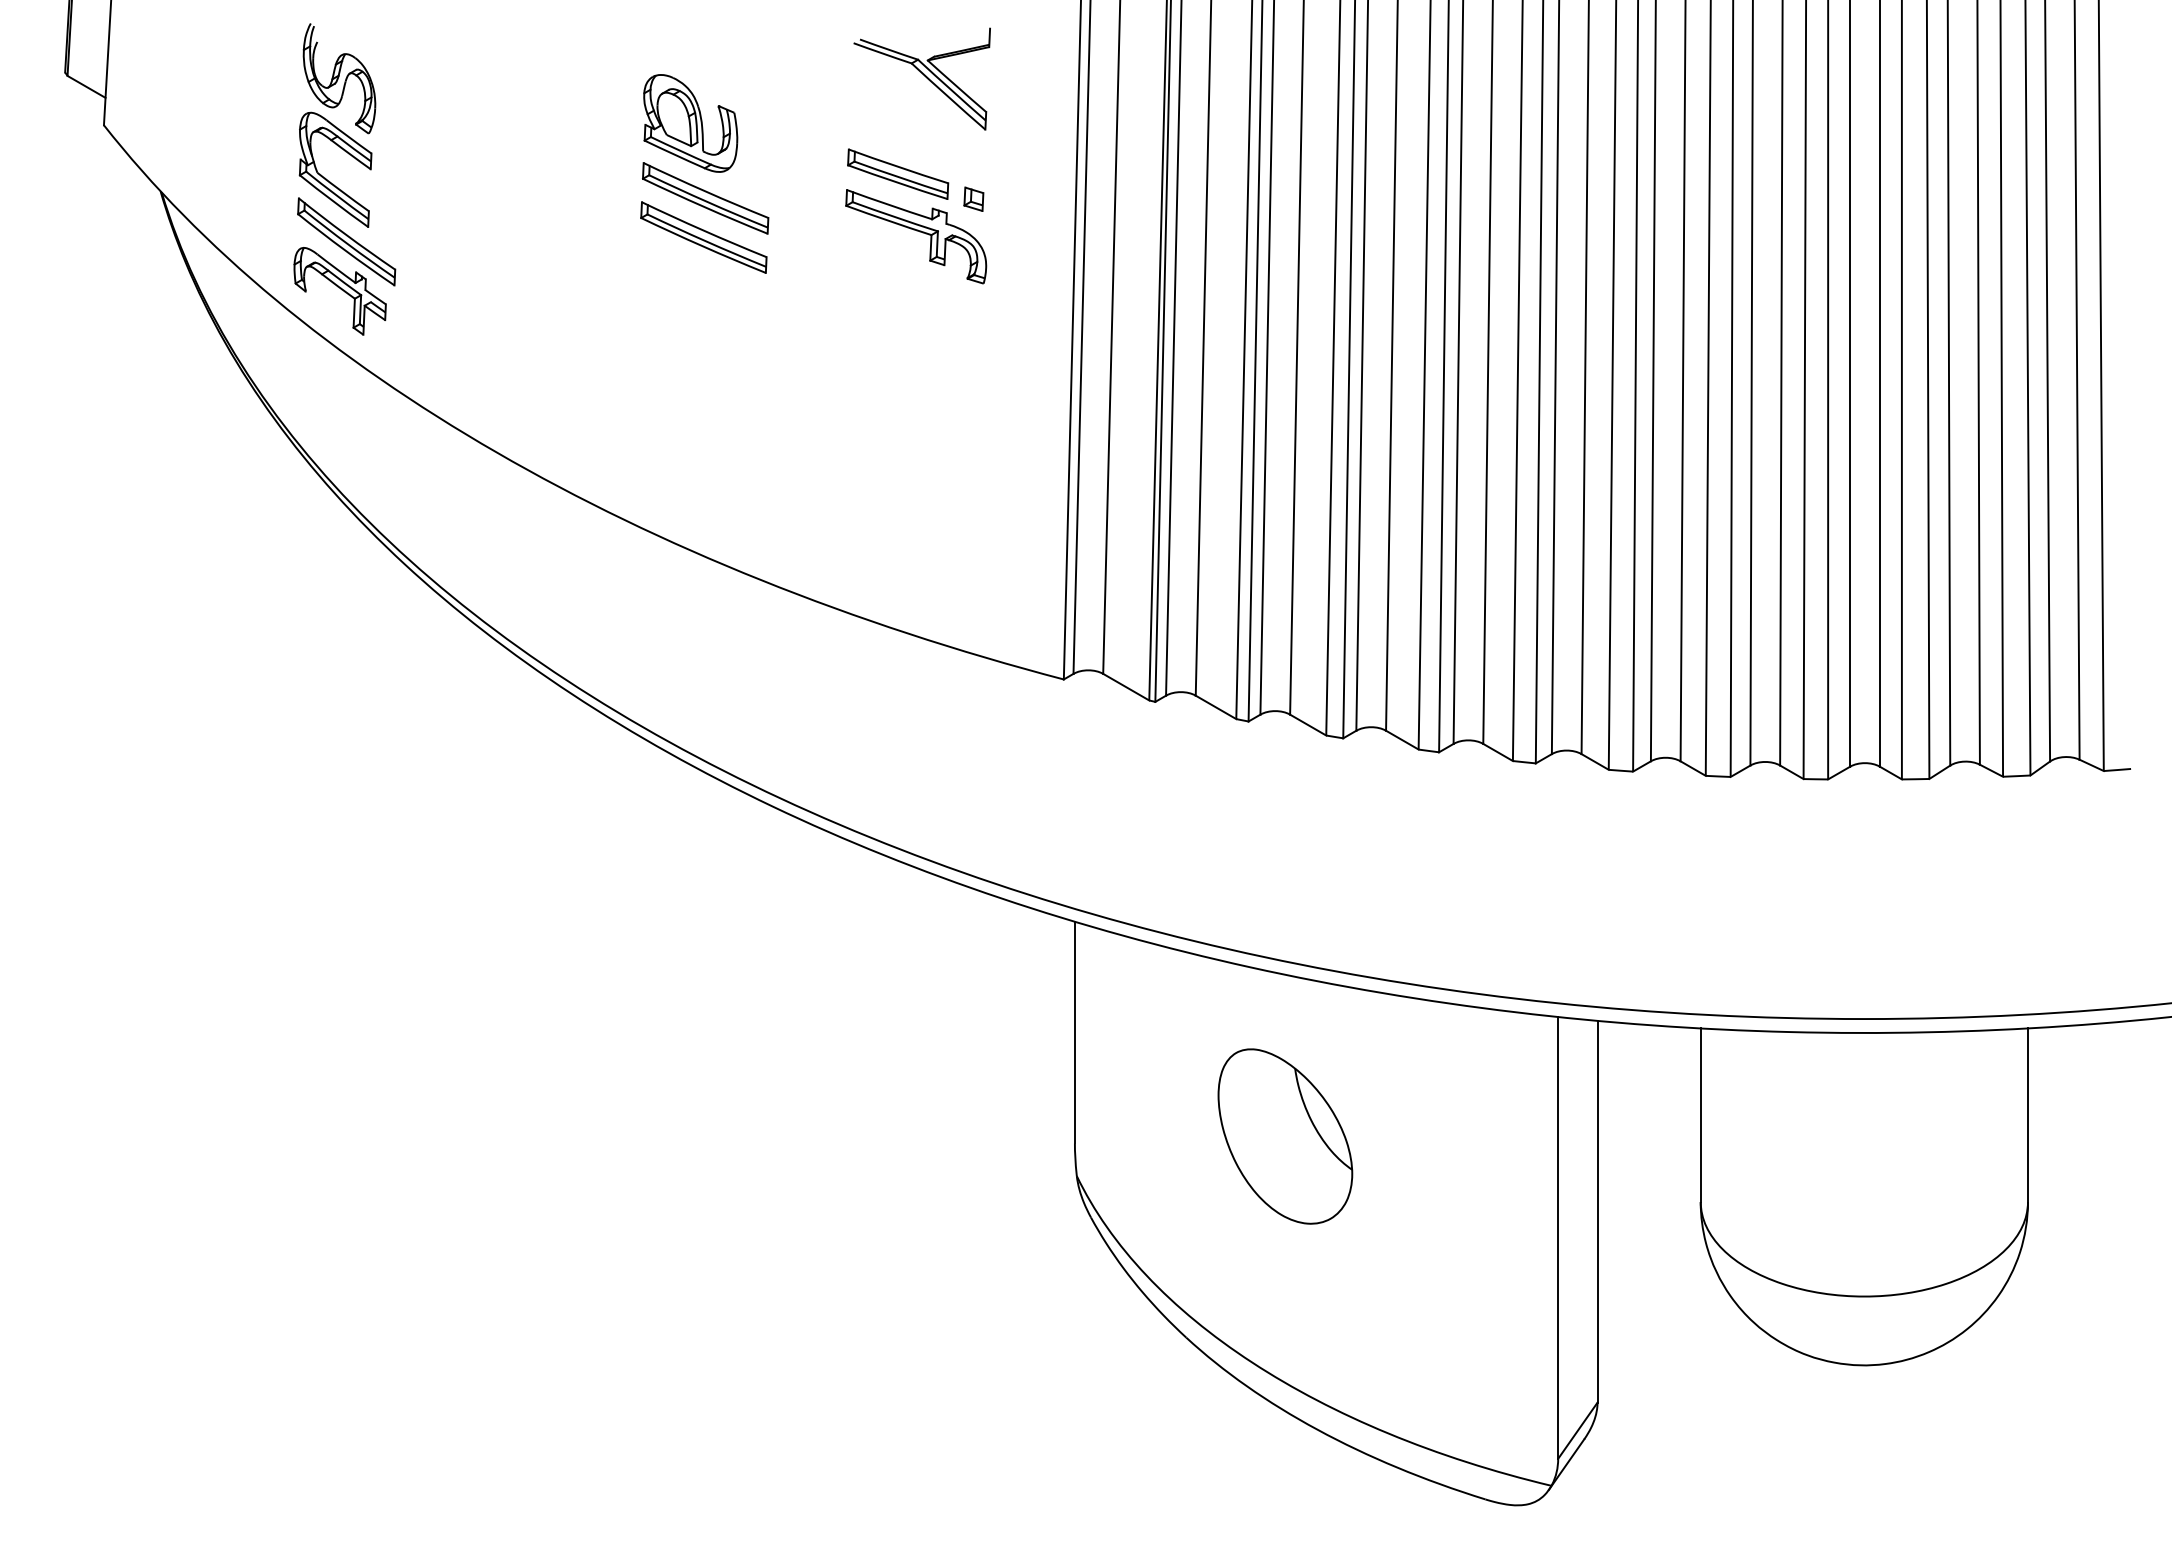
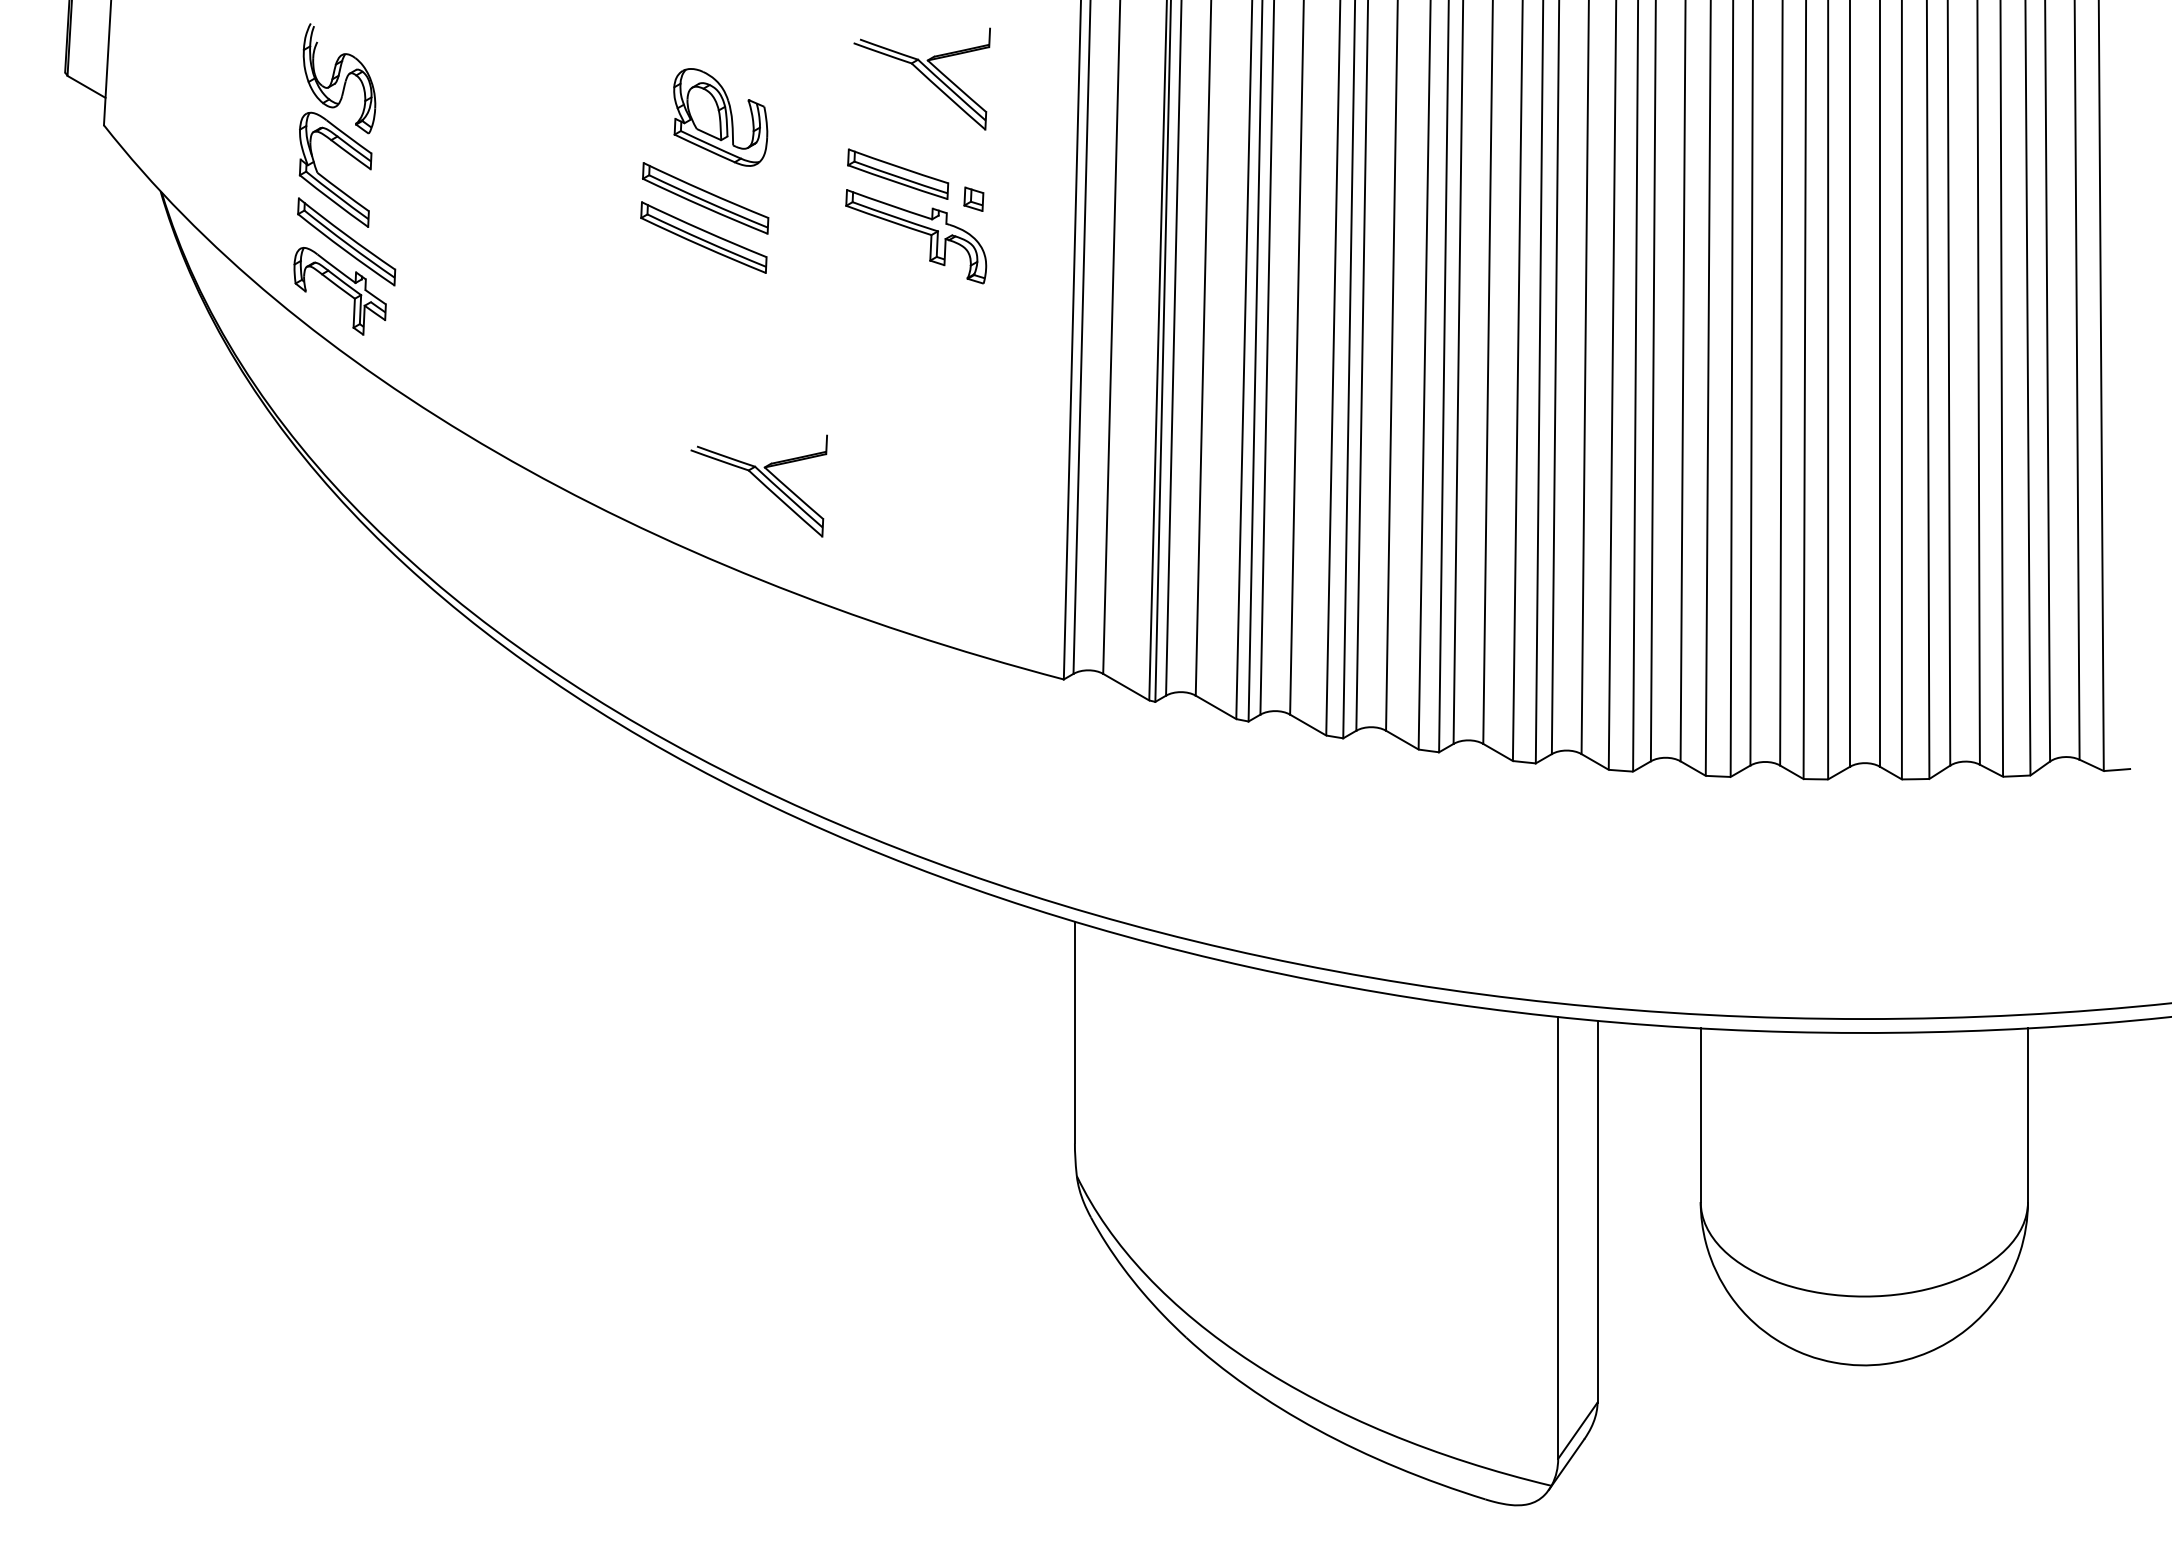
part at (690, 123) position: (690, 123) -> (720, 117)
part at (758, 485): none -> present
part at (1285, 1136): present -> none
